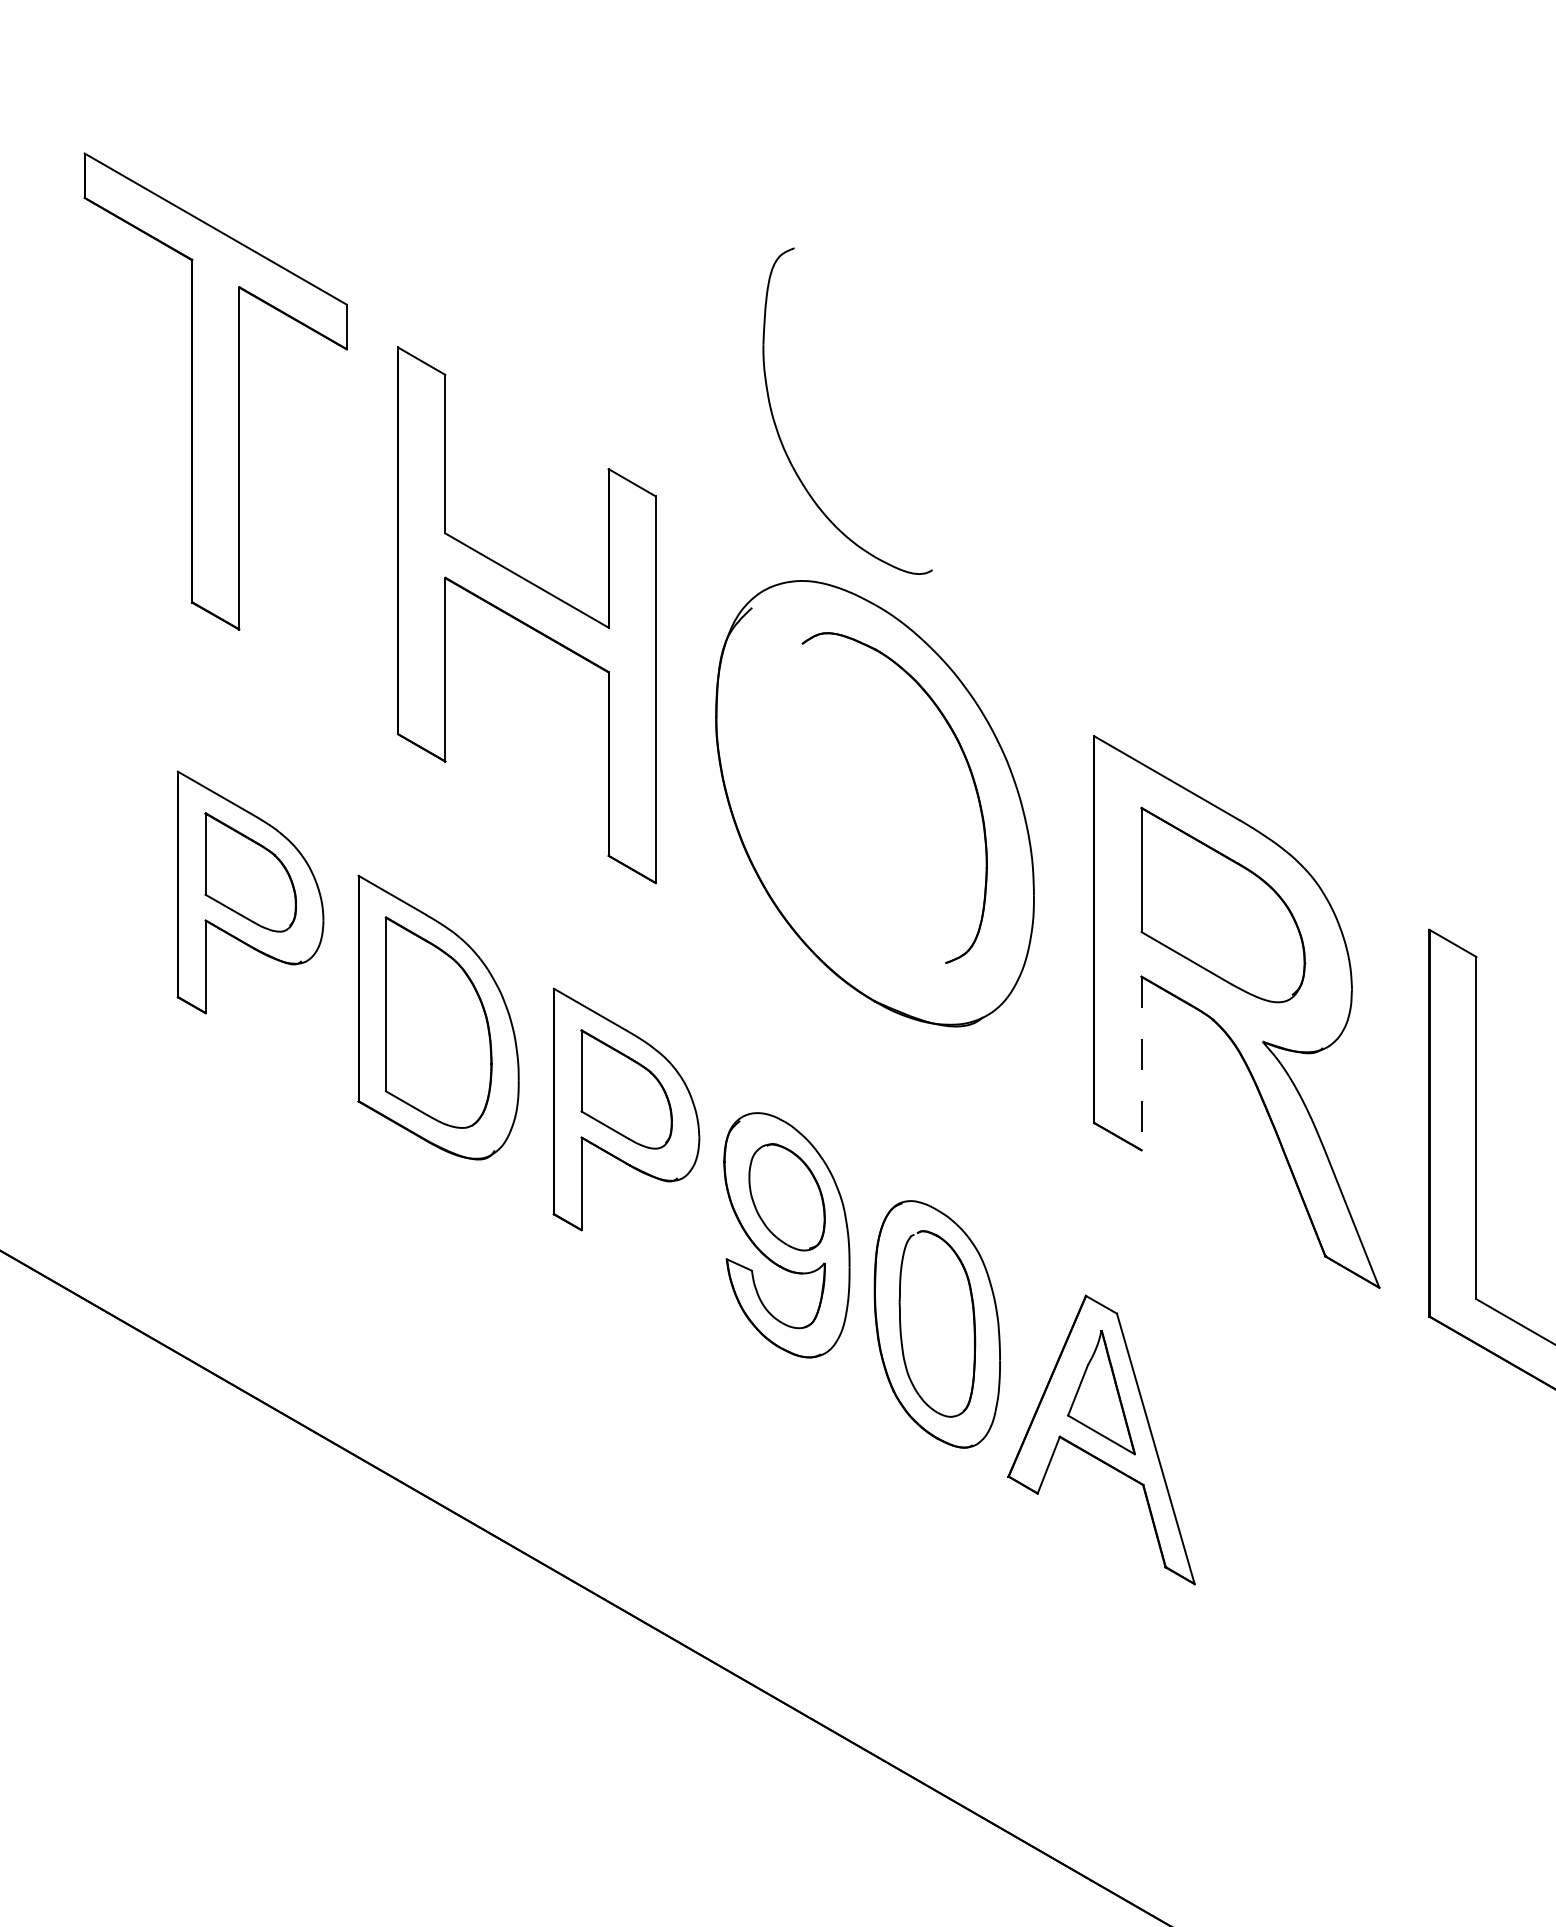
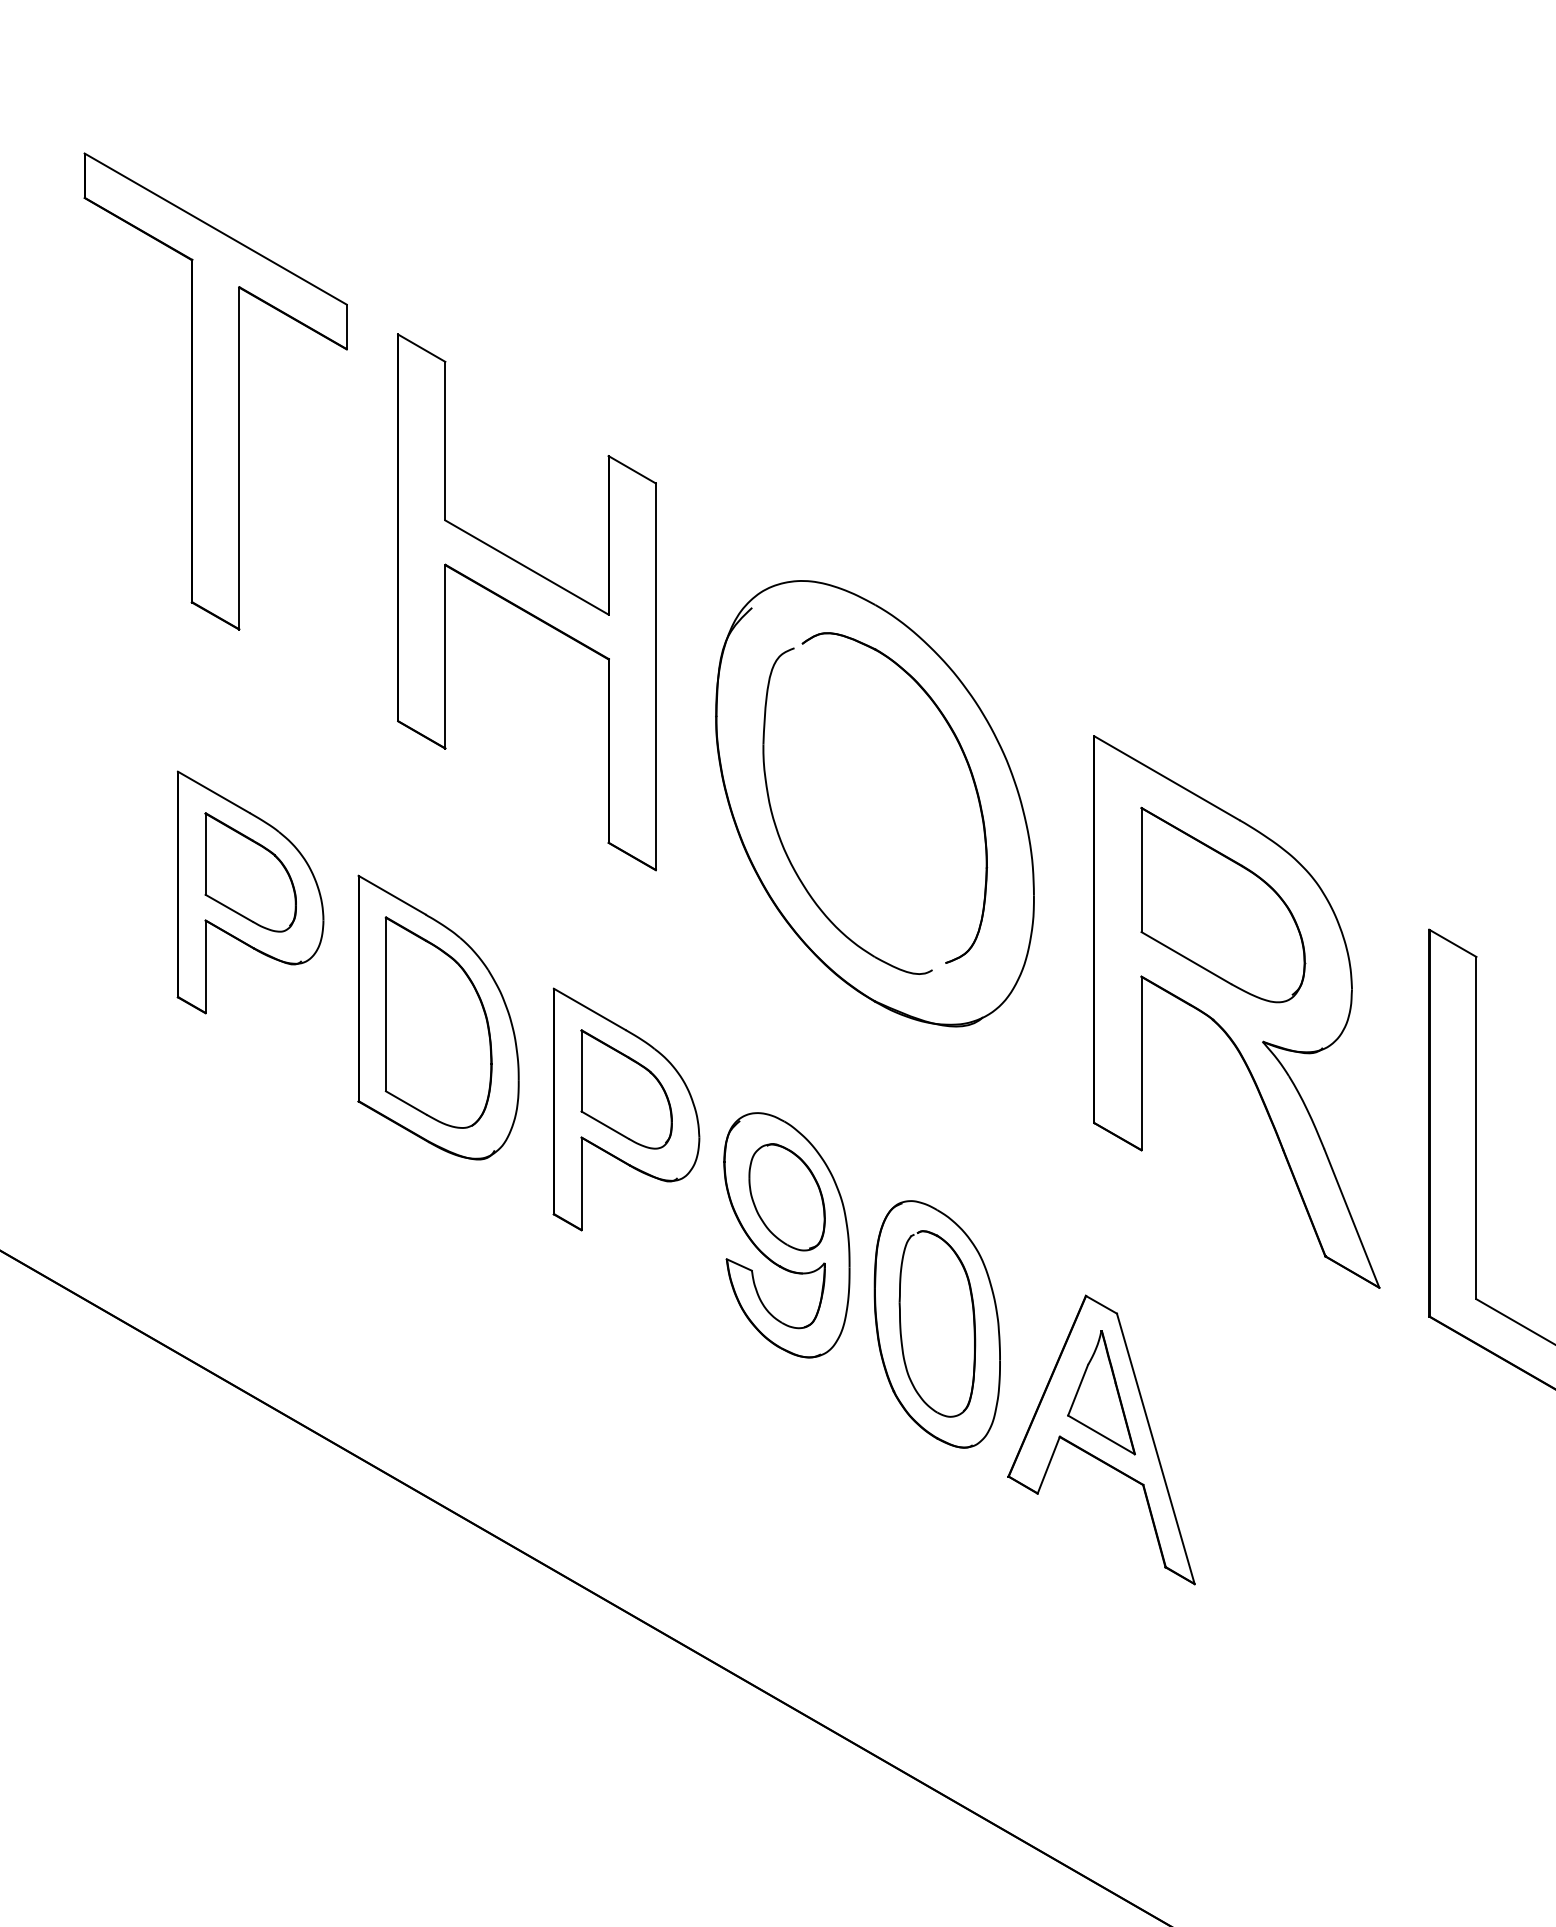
part at (778, 430) position: (778, 430) -> (778, 830)
part at (526, 615) position: (526, 615) -> (526, 602)
line at (1141, 1063): dashed -> solid
